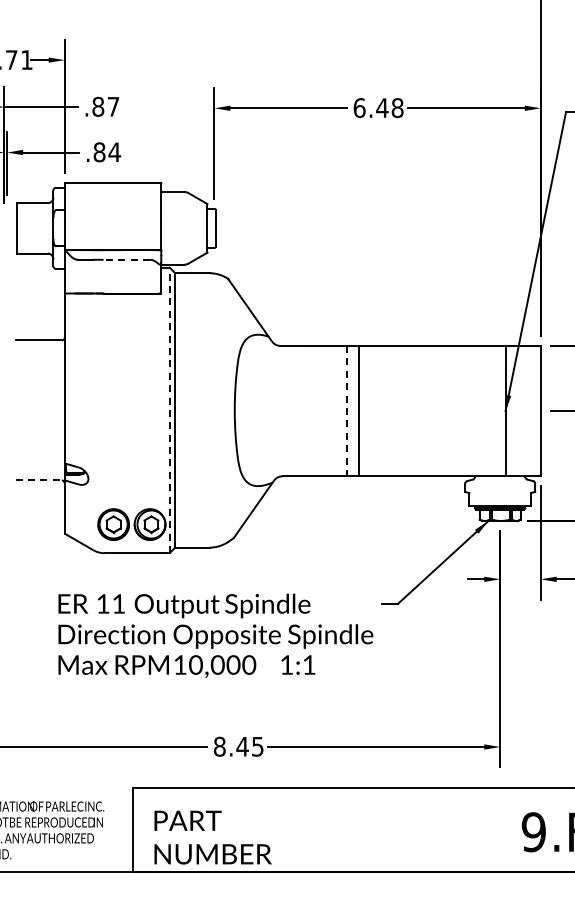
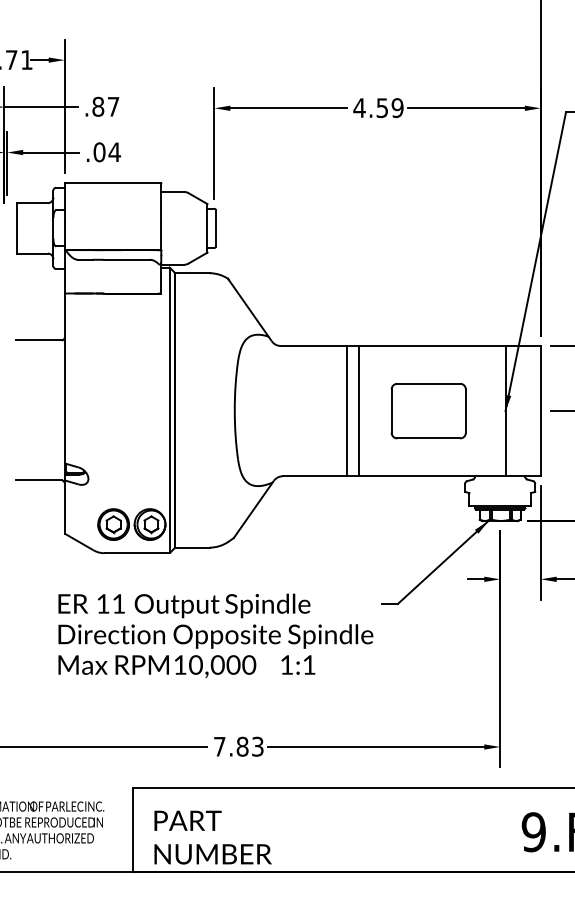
text at (378, 108): 6.48 -> 4.59
text at (99, 151): .84 -> .04
line at (126, 259): dashed -> solid
line at (169, 410): dashed -> solid
line at (347, 411): dashed -> solid
part at (428, 411): none -> present
line at (39, 480): dashed -> solid
text at (238, 746): 8.45 -> 7.83
